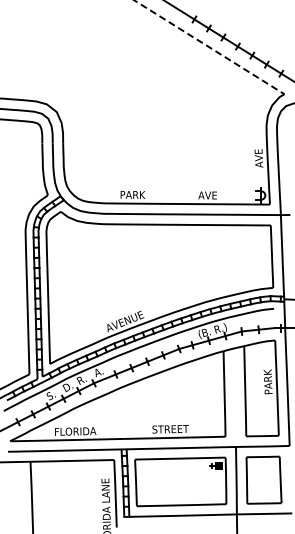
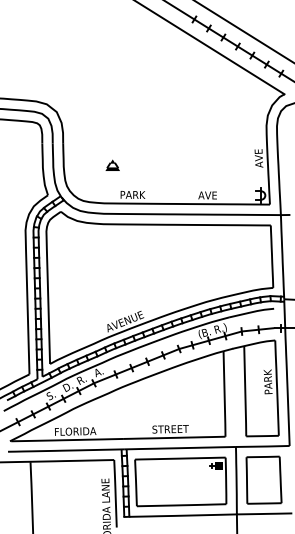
line at (243, 31): none -> present
line at (209, 47): dashed -> solid
part at (112, 164): none -> present
